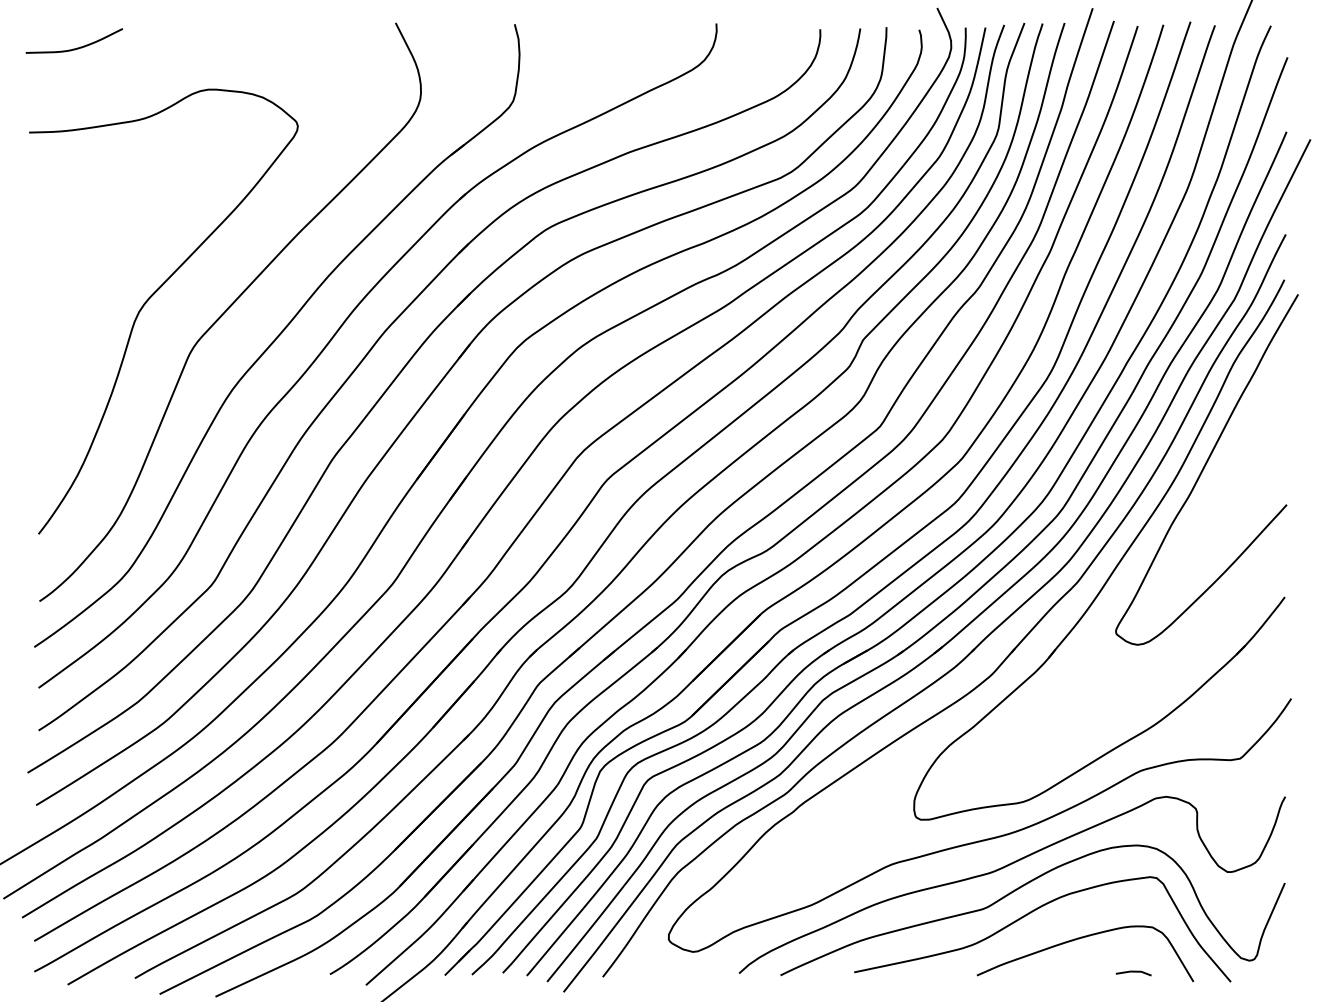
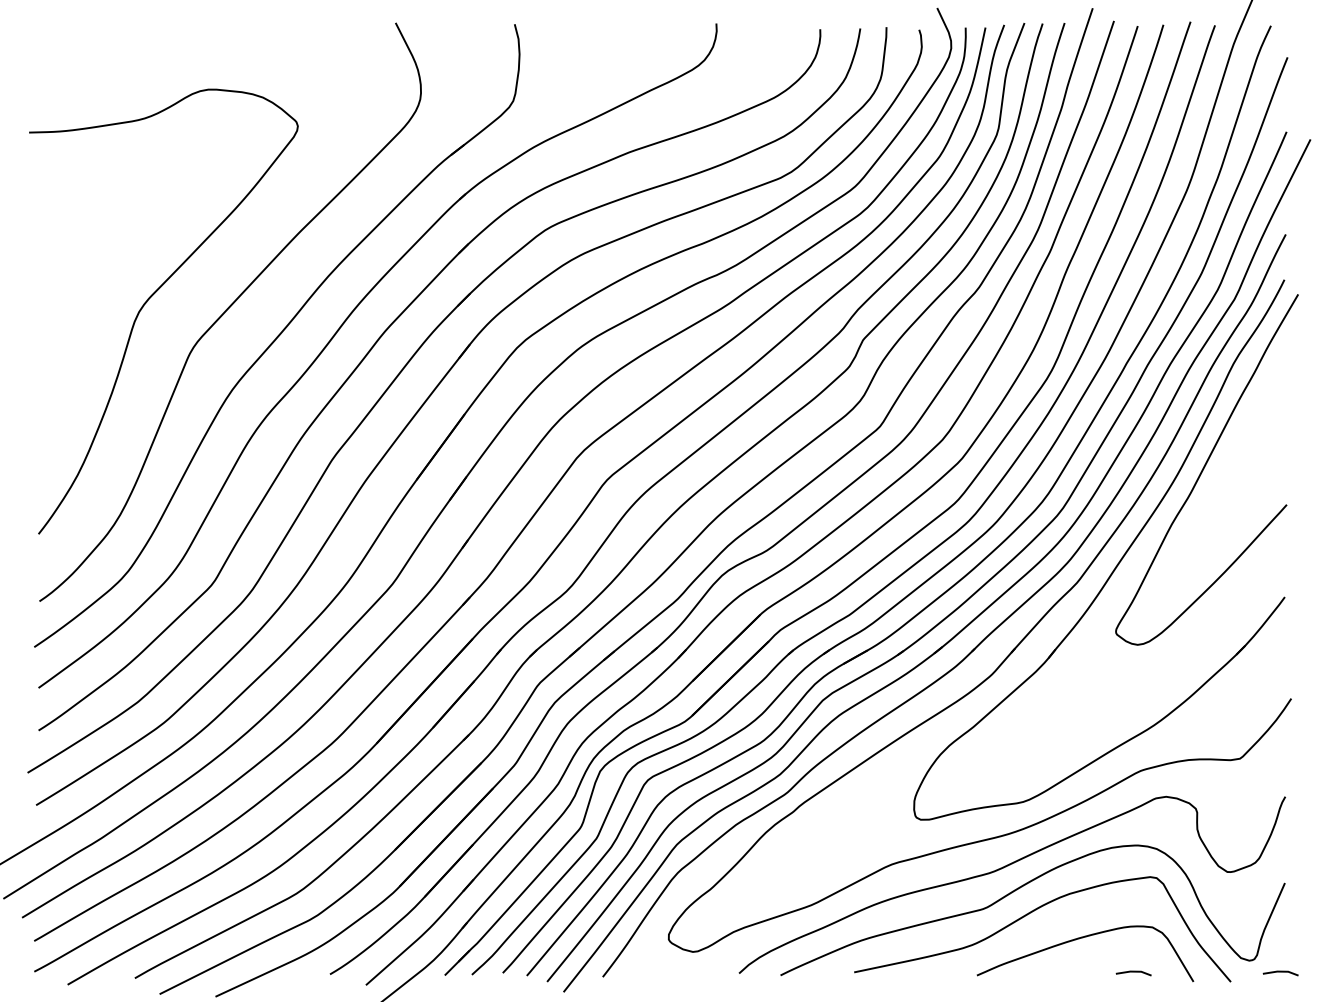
curve at (77, 47): present -> none
line at (1280, 972): none -> present
